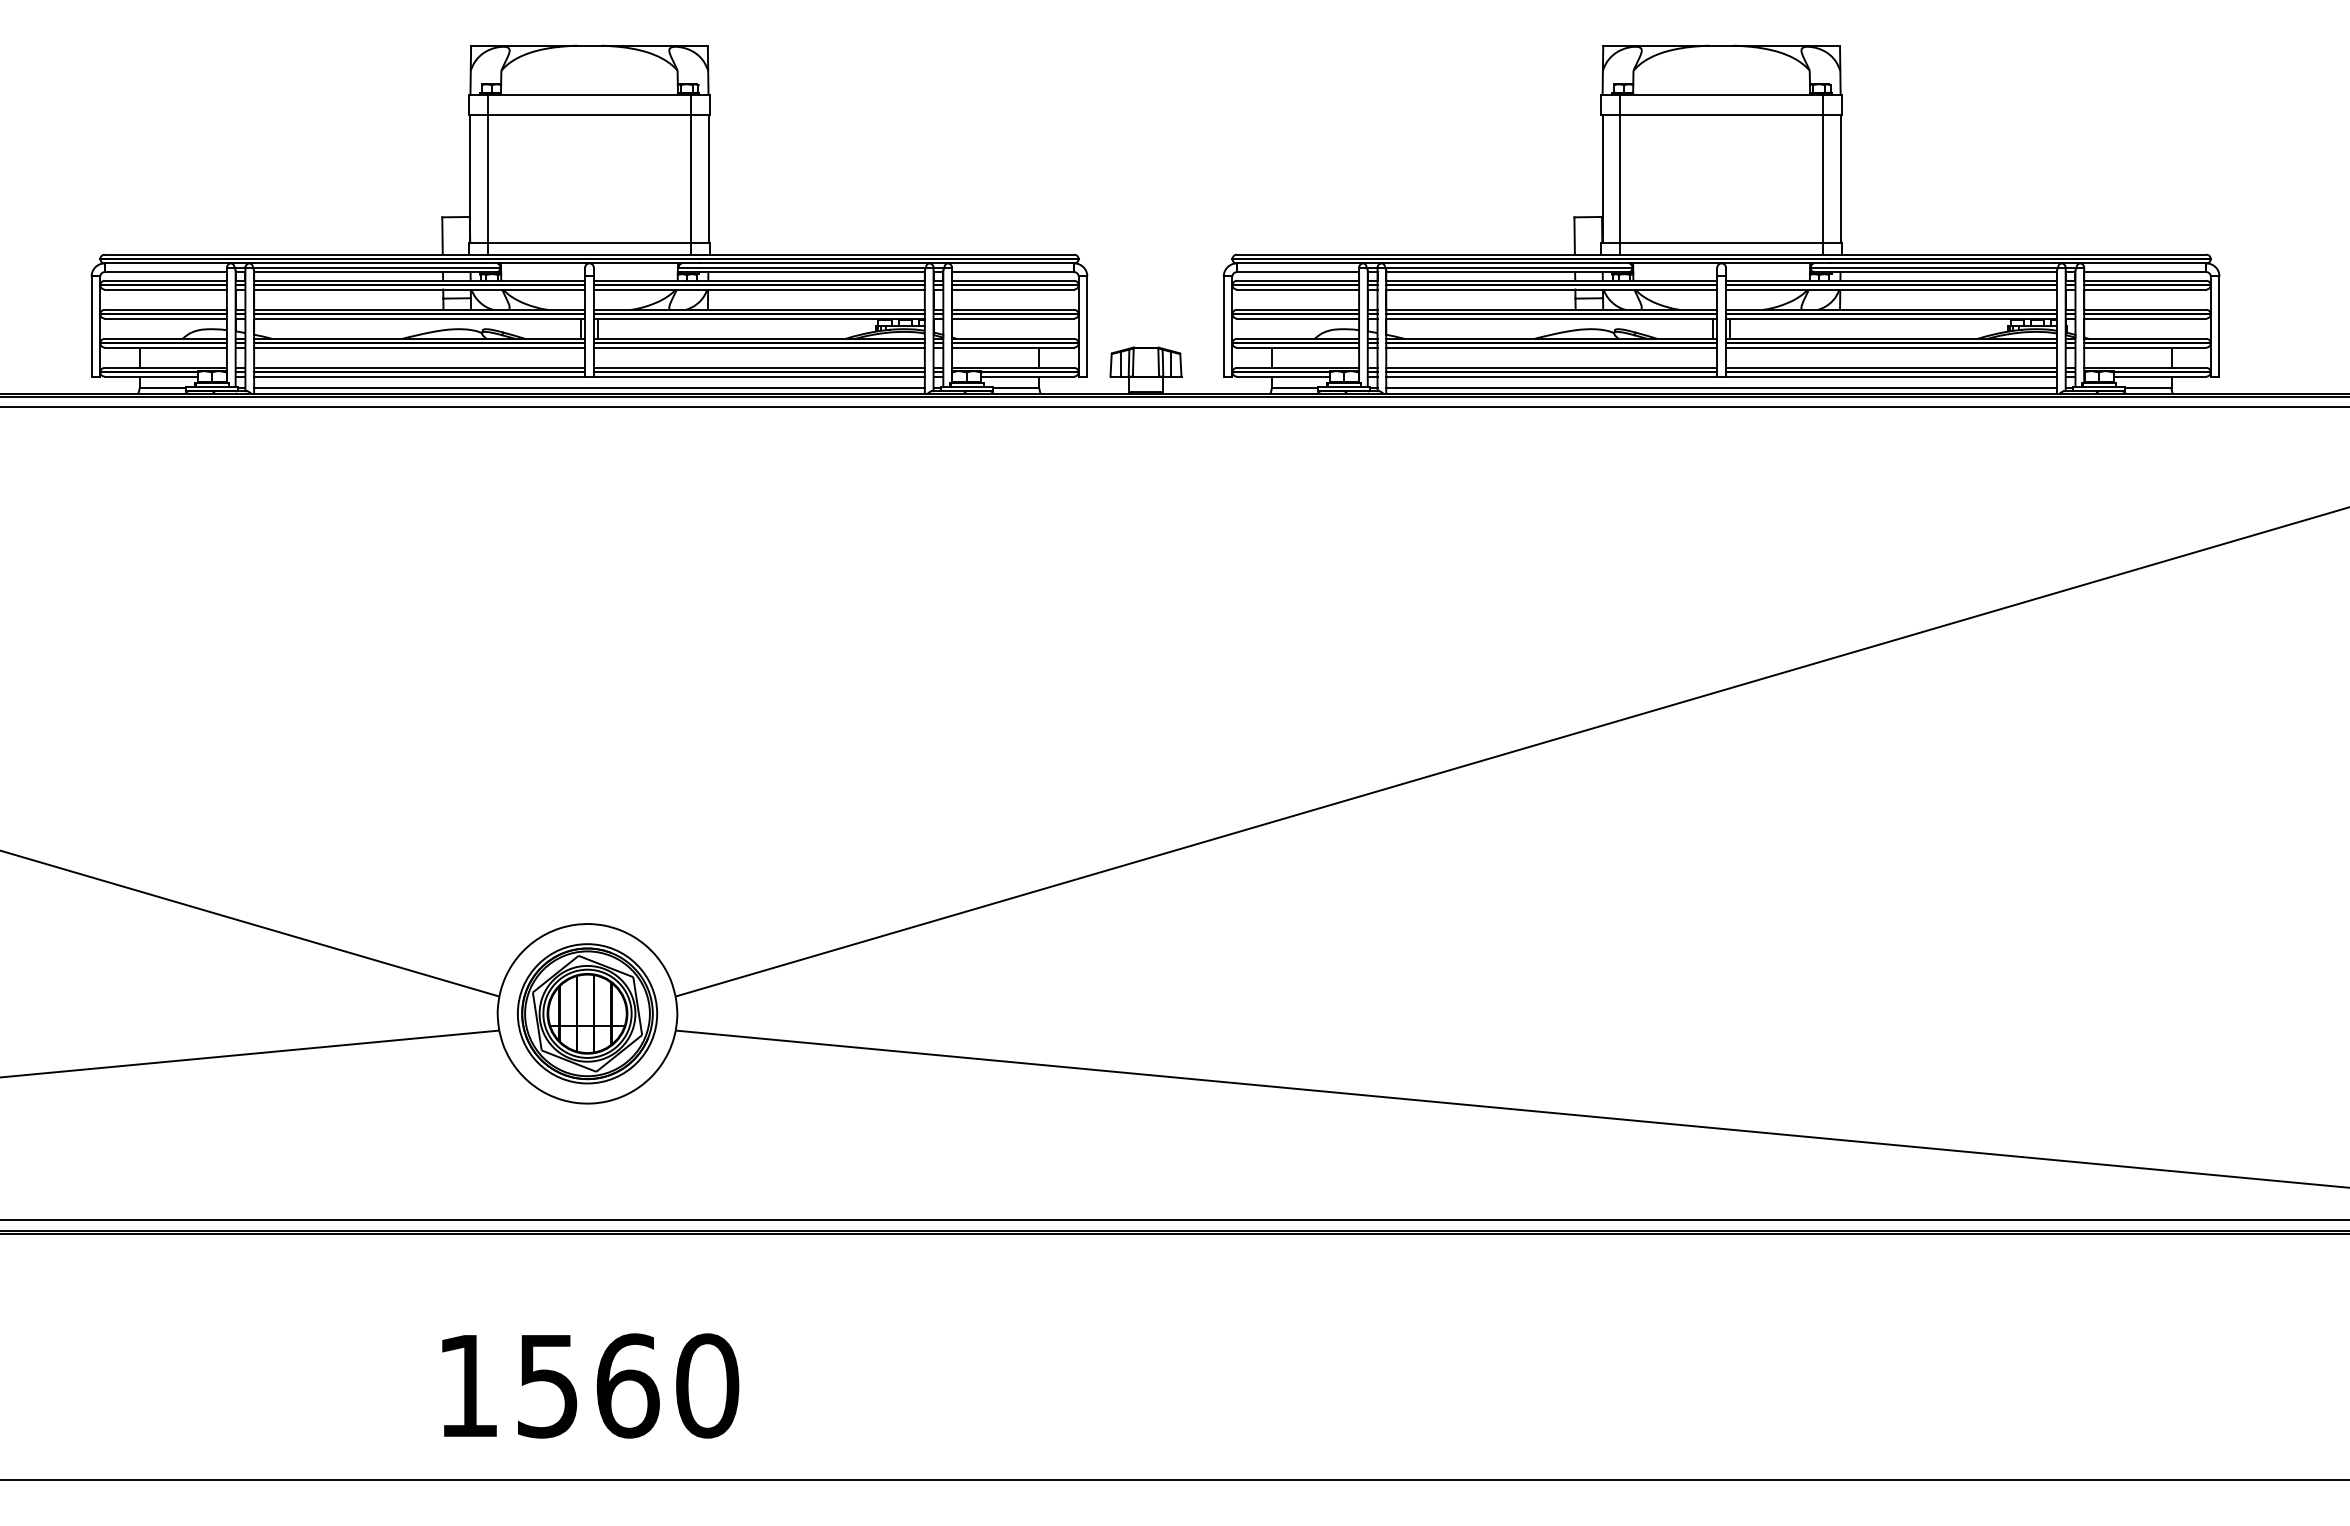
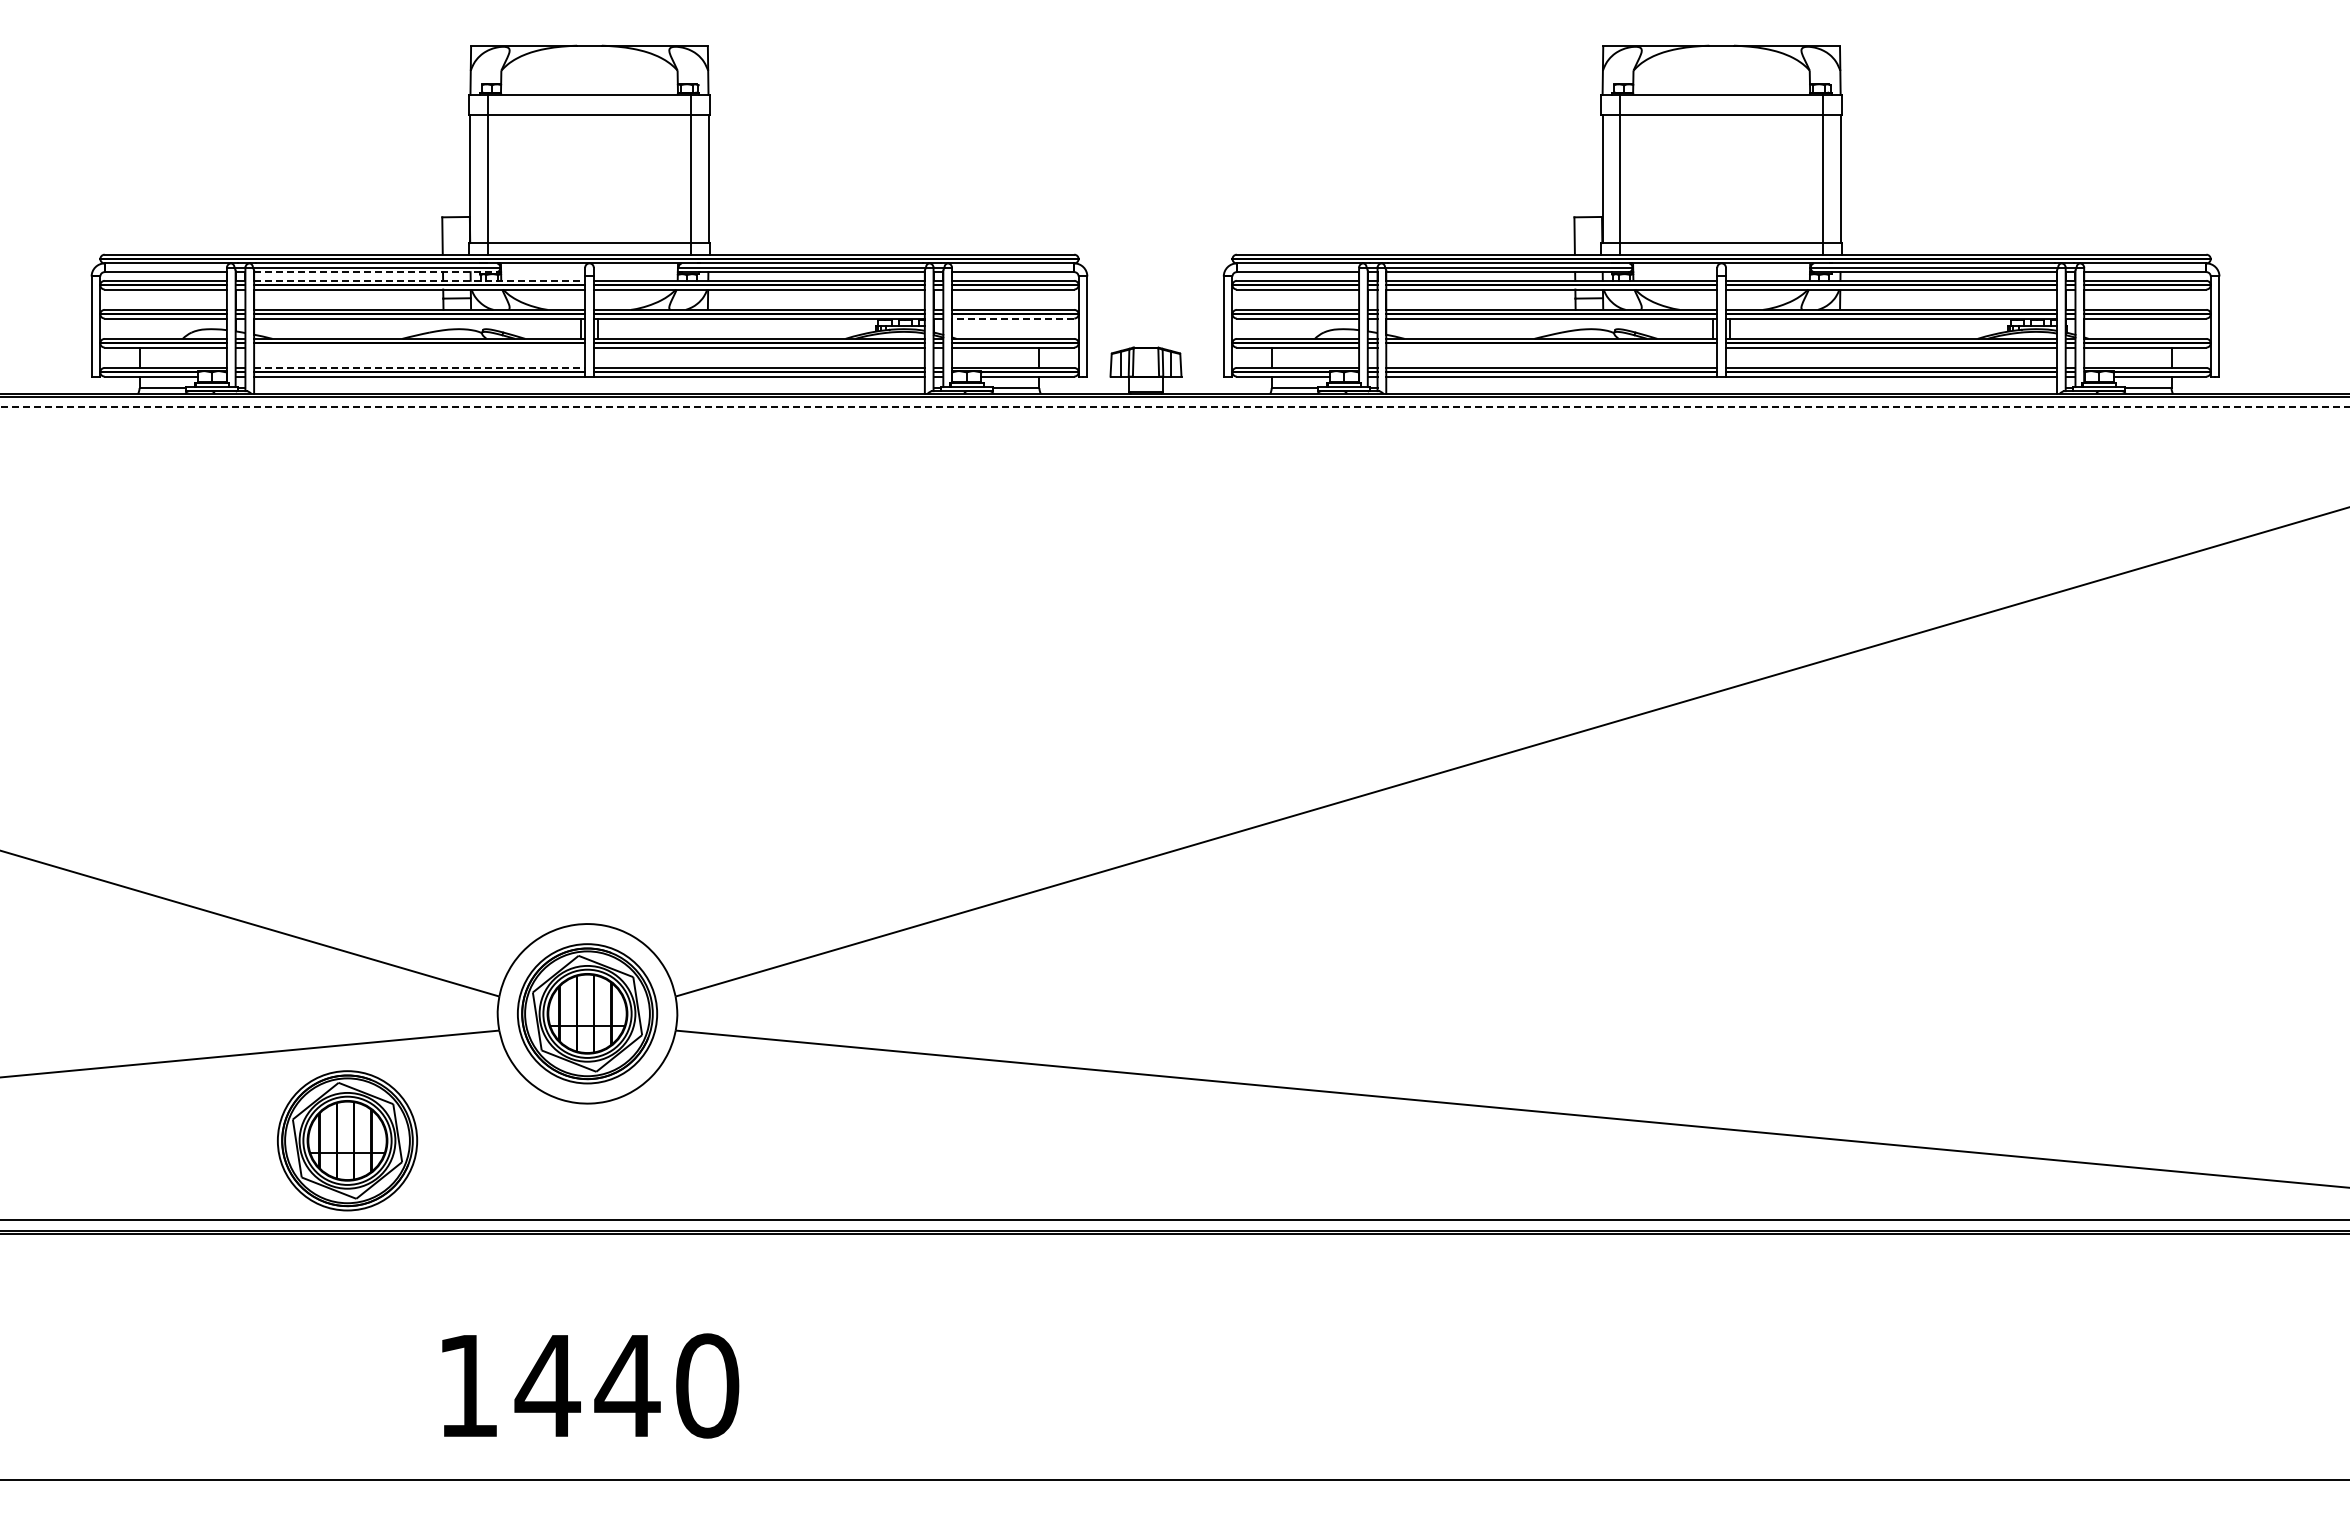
line at (376, 272): solid -> dashed
line at (419, 280): solid -> dashed
line at (1012, 318): solid -> dashed
line at (419, 347): present -> none
line at (1551, 347): present -> none
line at (419, 367): solid -> dashed
line at (589, 388): present -> none
line at (1721, 388): present -> none
line at (1174, 407): solid -> dashed
part at (347, 1140): none -> present
text at (587, 1385): 1560 -> 1440
